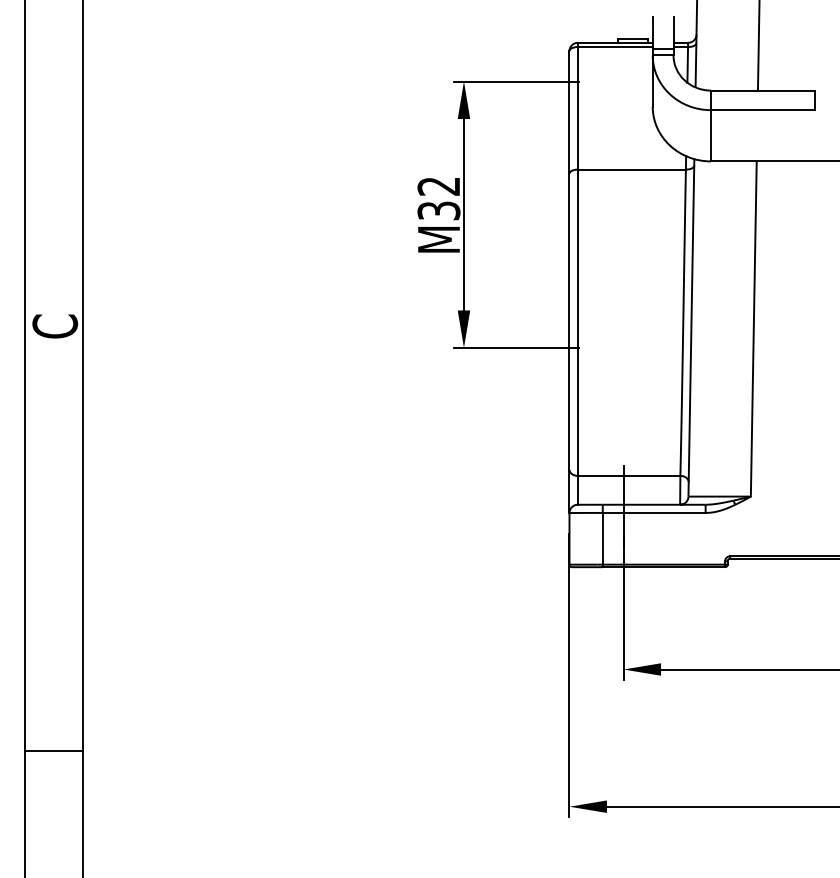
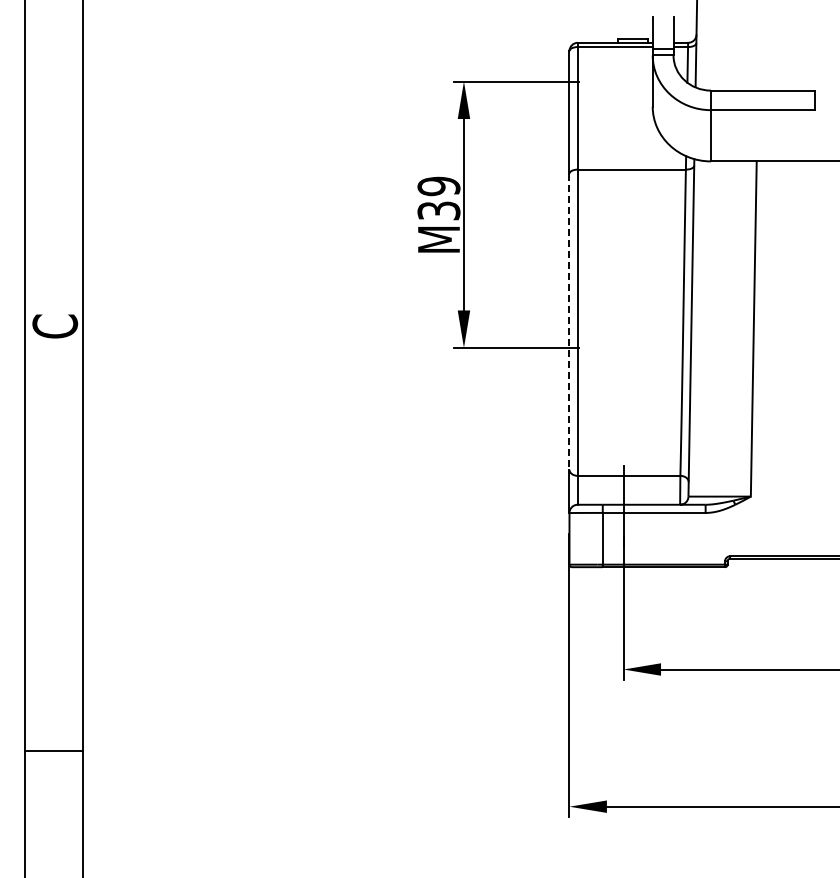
line at (758, 46): present -> none
text at (438, 186): M32 -> M39
line at (569, 322): solid -> dashed
